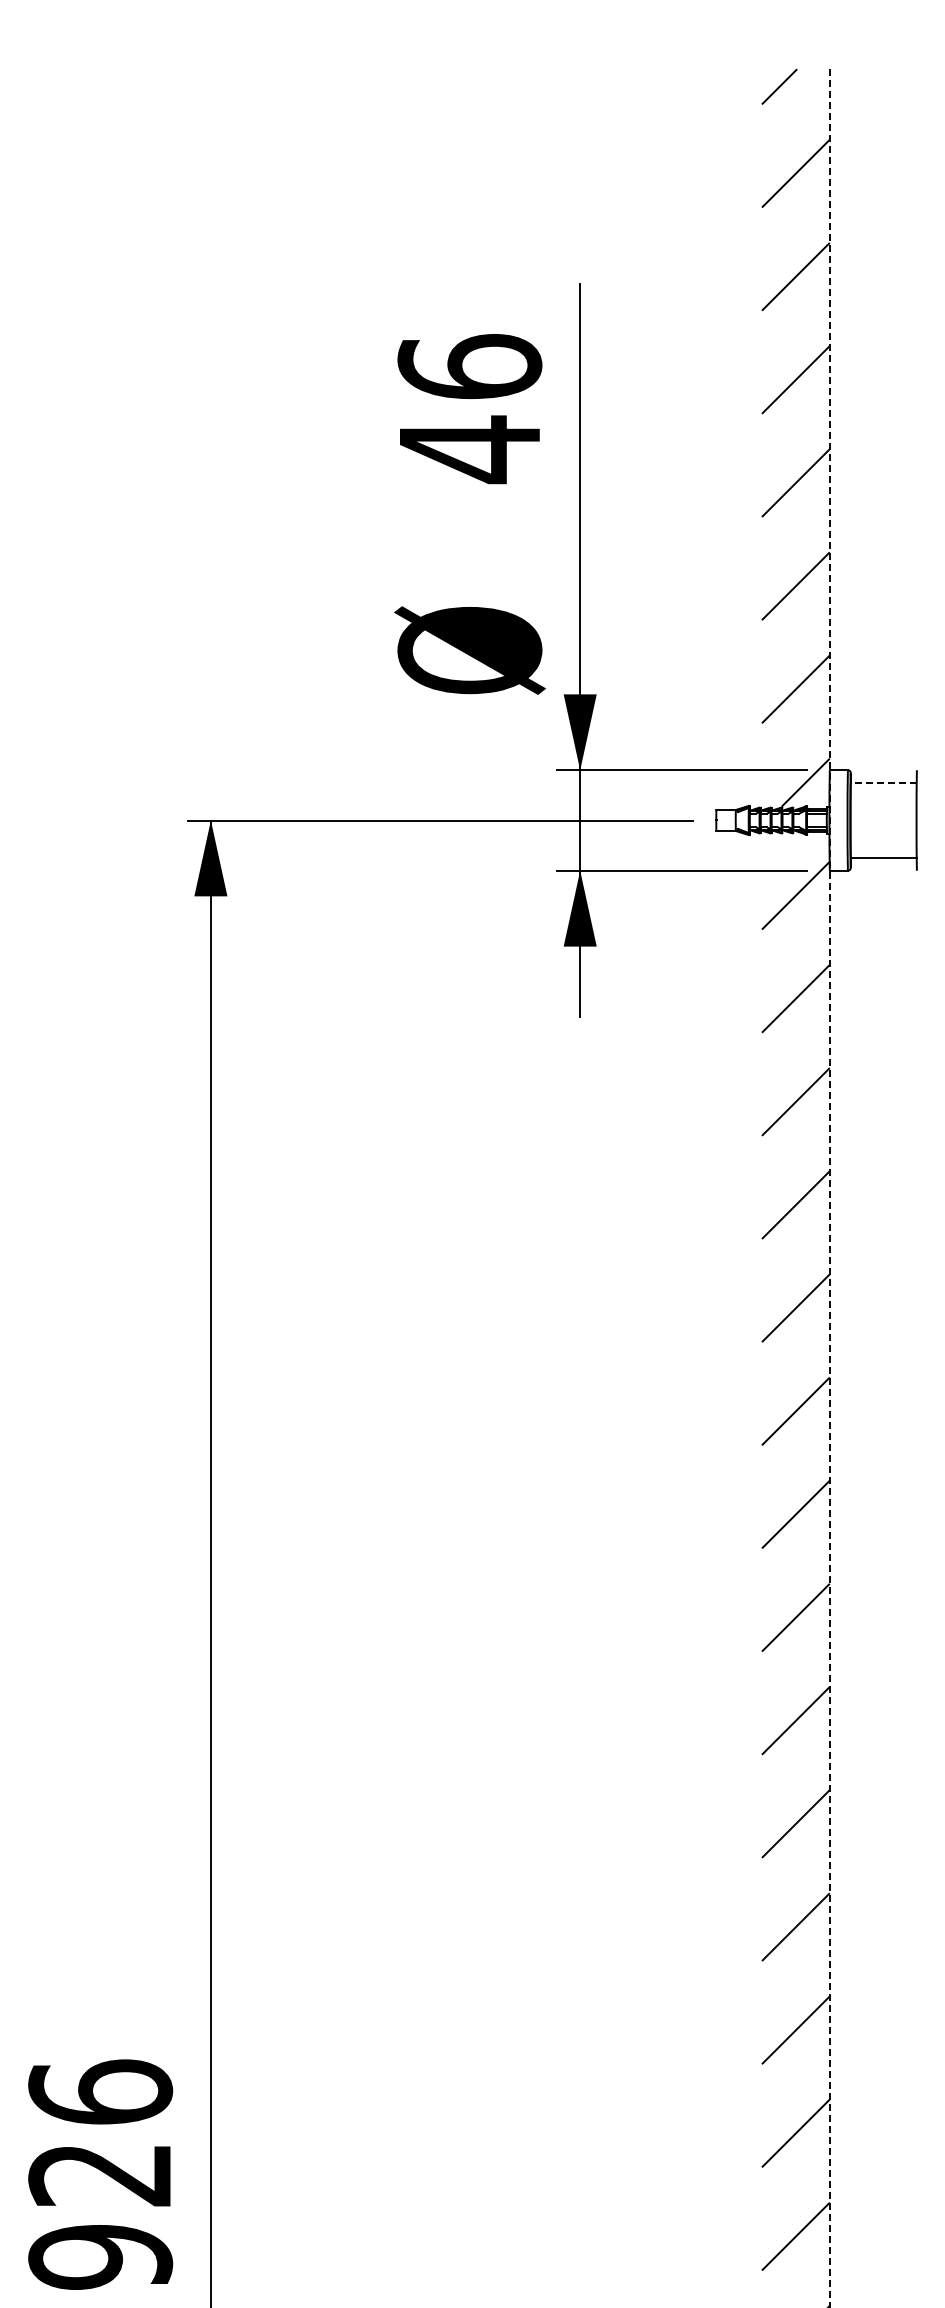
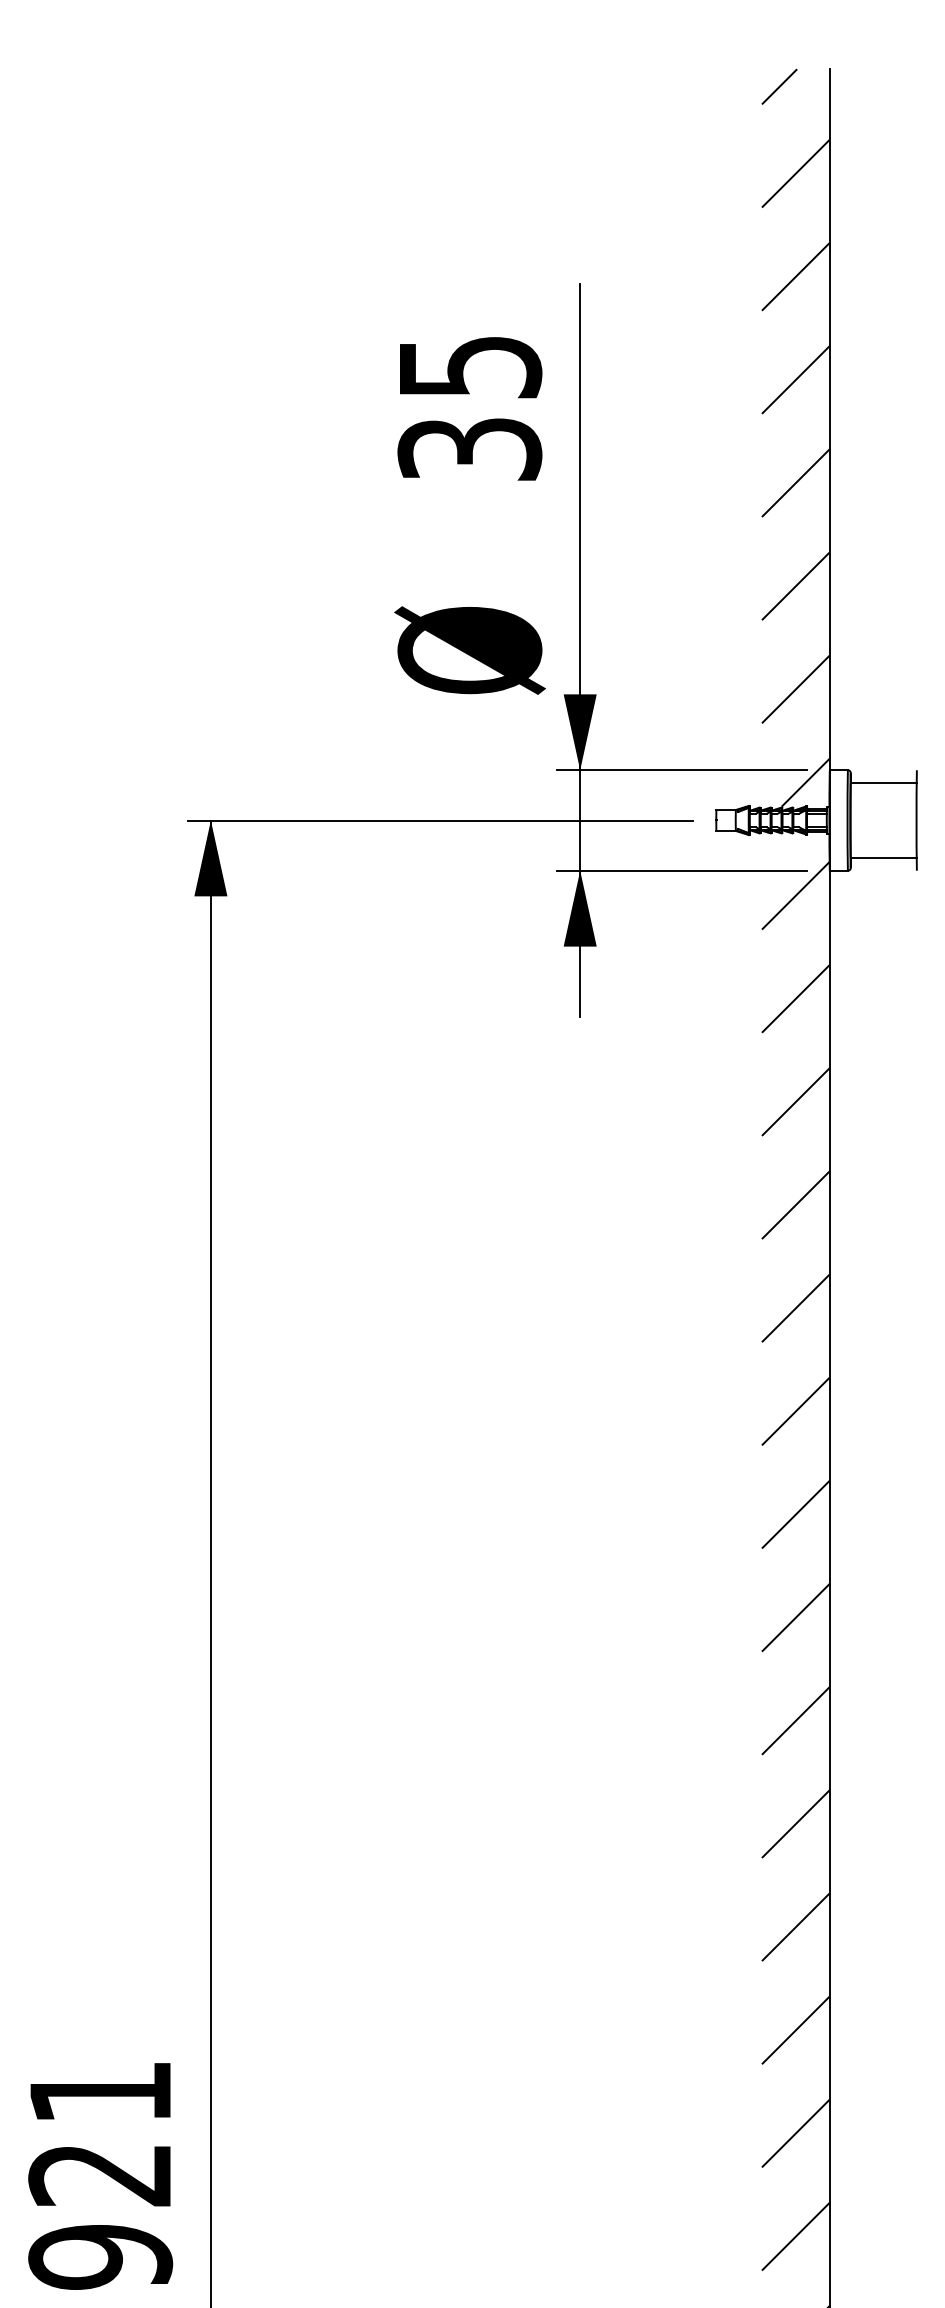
text at (469, 409): 46 -> 35
line at (883, 783): dashed -> solid
line at (829, 1189): dashed -> solid
text at (100, 2091): 926 -> 921
